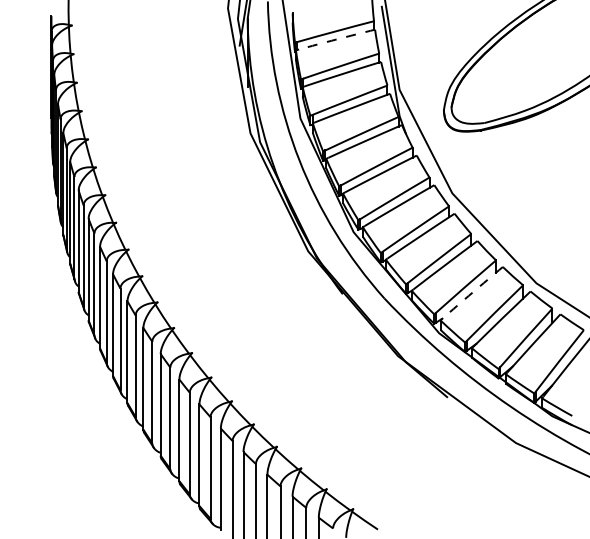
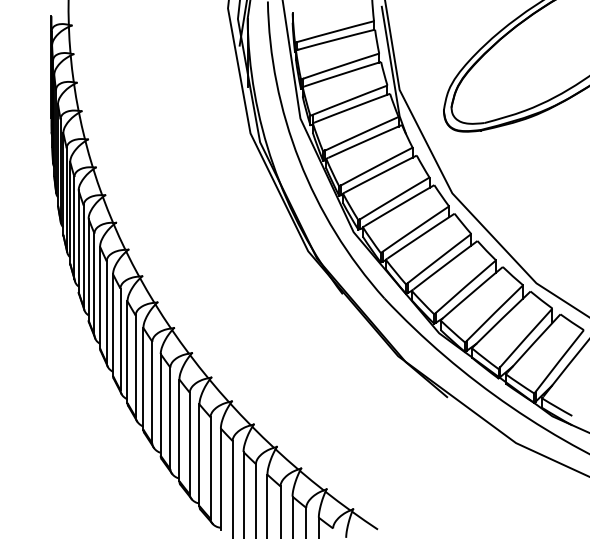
arc at (336, 39): dashed -> solid
arc at (472, 292): dashed -> solid
